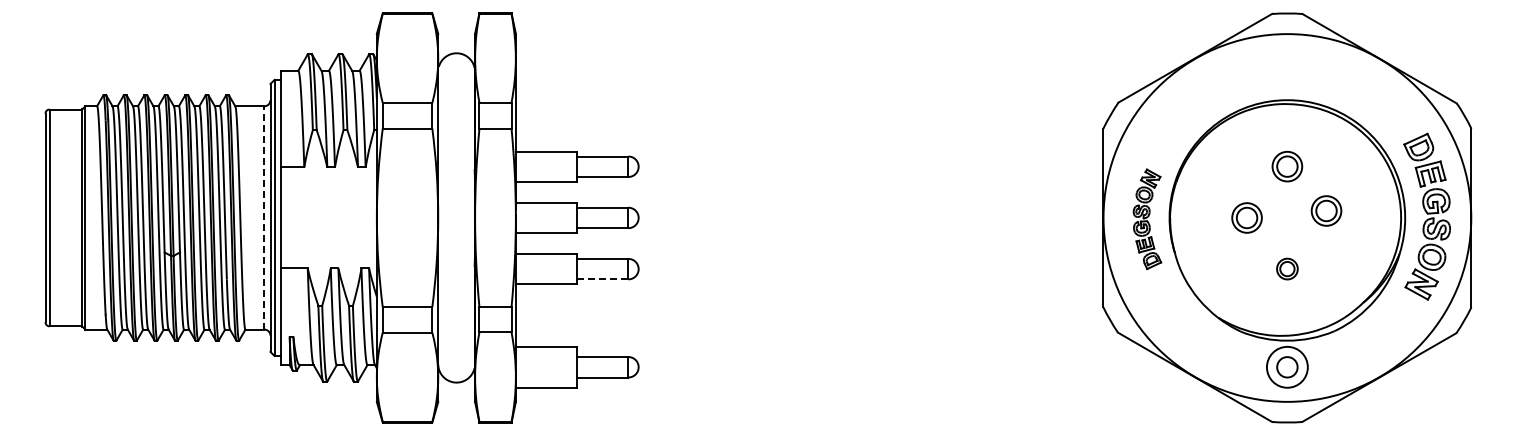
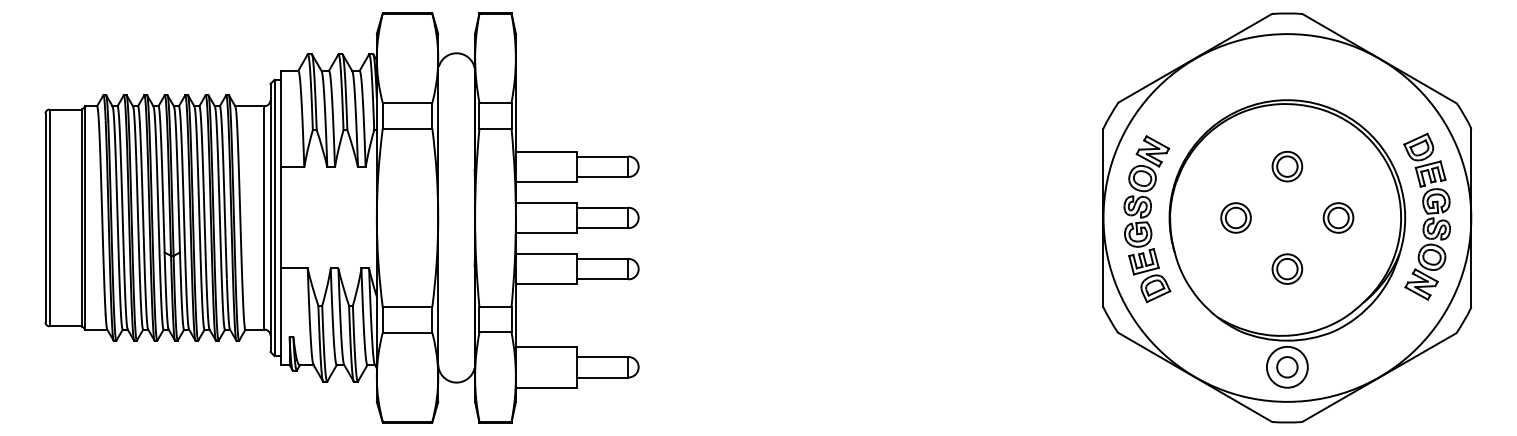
part at (1326, 210) position: (1326, 210) -> (1338, 217)
line at (264, 217): dashed -> solid
part at (1246, 217) position: (1246, 217) -> (1235, 217)
part at (1147, 219) size: 31x103 px -> 49x169 px
part at (1287, 268) size: 23x24 px -> 33x32 px
line at (602, 279): dashed -> solid
